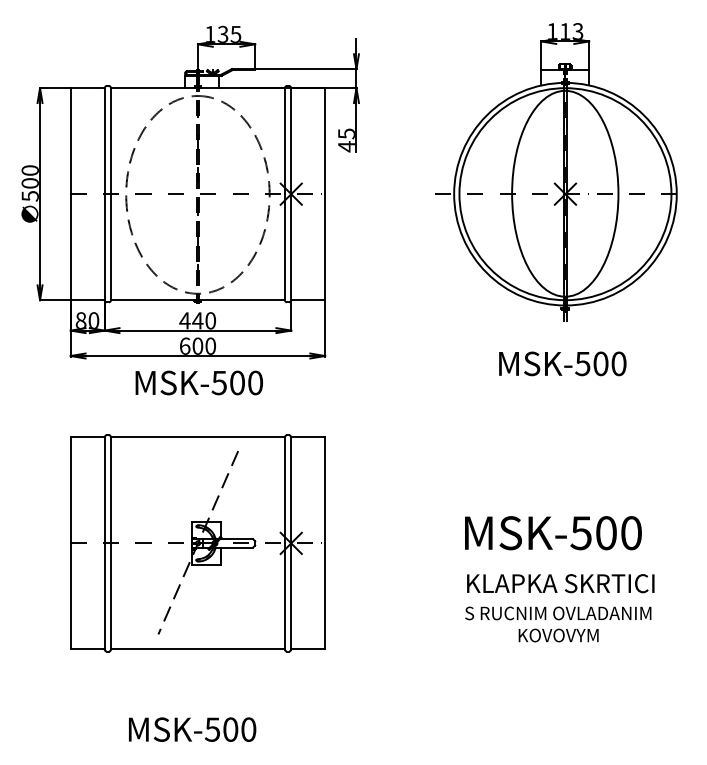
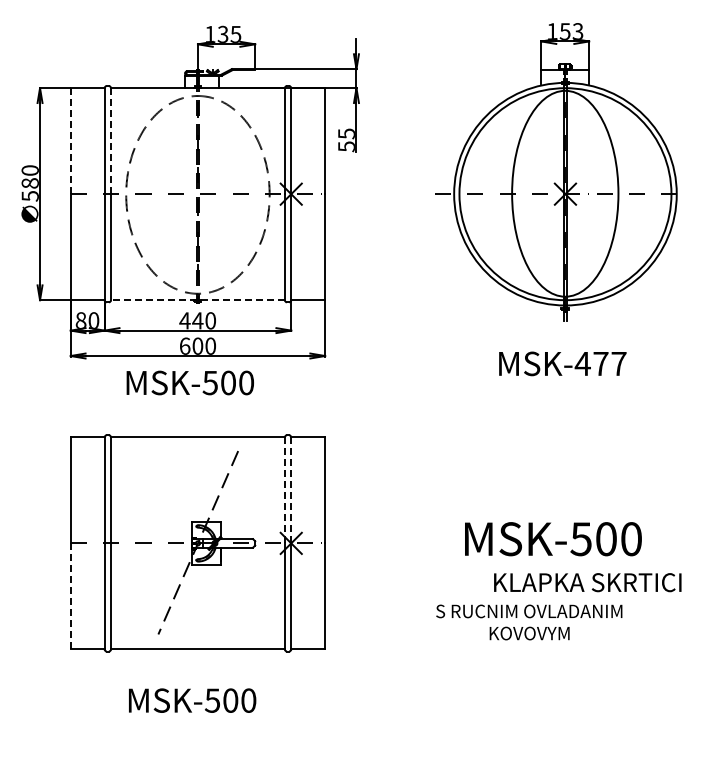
text at (564, 31): 113 -> 153
line at (70, 140): solid -> dashed
line at (111, 141): solid -> dashed
text at (346, 146): 45 -> 55
text at (30, 183): 500 -> 580
line at (197, 300): solid -> dashed
text at (600, 363): MSK-500 -> MSK-477
text at (198, 382) position: (198, 382) -> (189, 382)
line at (291, 489): solid -> dashed
line at (284, 490): solid -> dashed
text at (553, 533) position: (553, 533) -> (553, 539)
text at (560, 583) position: (560, 583) -> (587, 582)
line at (70, 596): solid -> dashed
text at (558, 624) position: (558, 624) -> (529, 622)
text at (192, 729) position: (192, 729) -> (192, 700)
